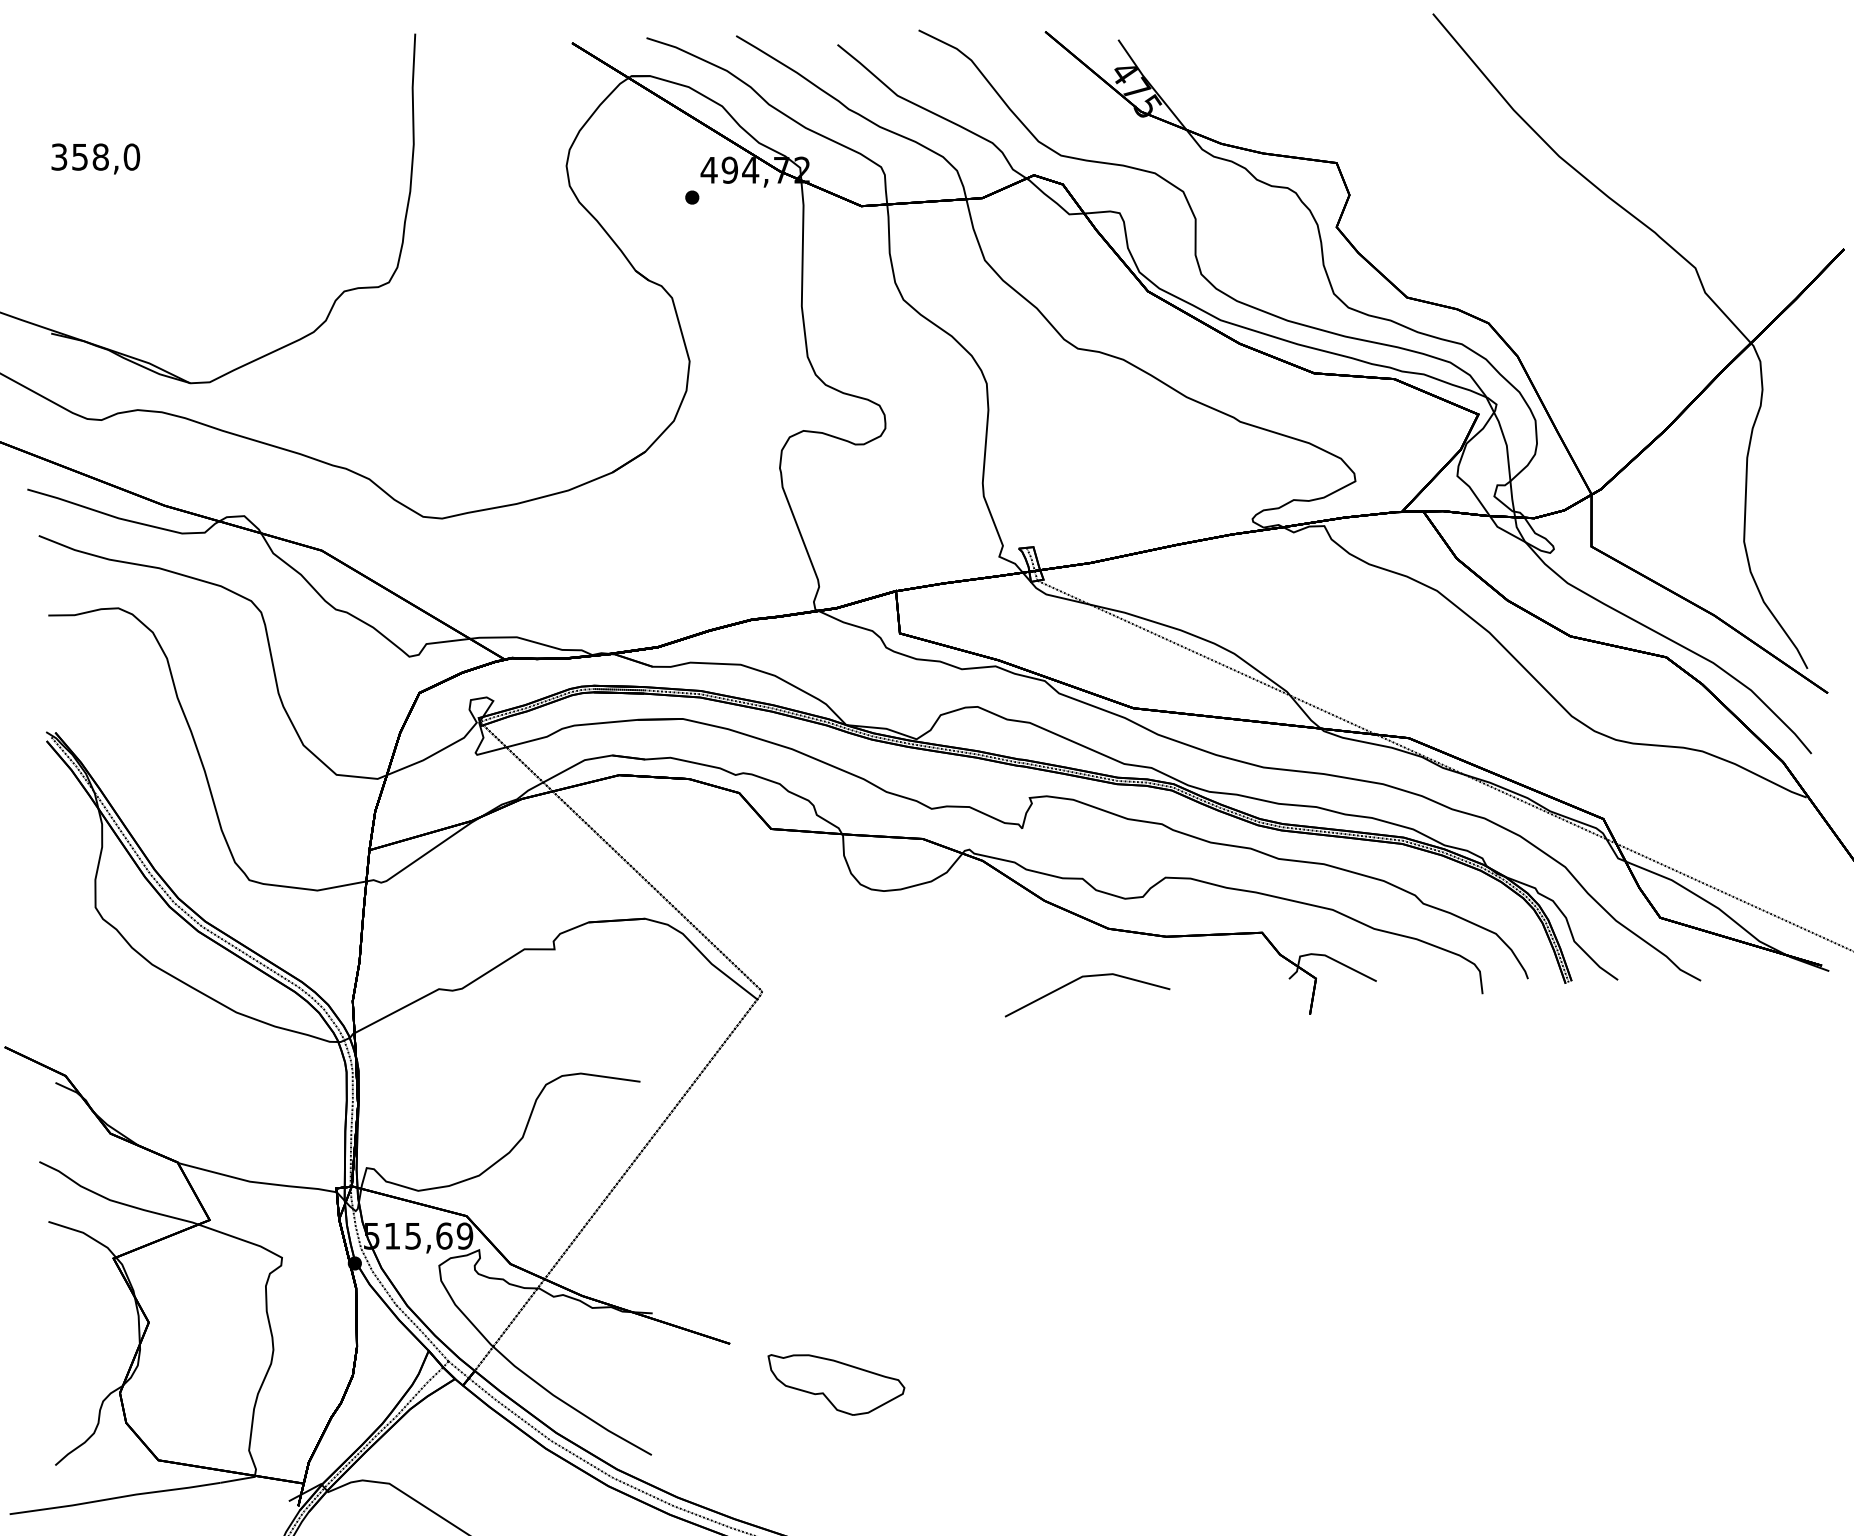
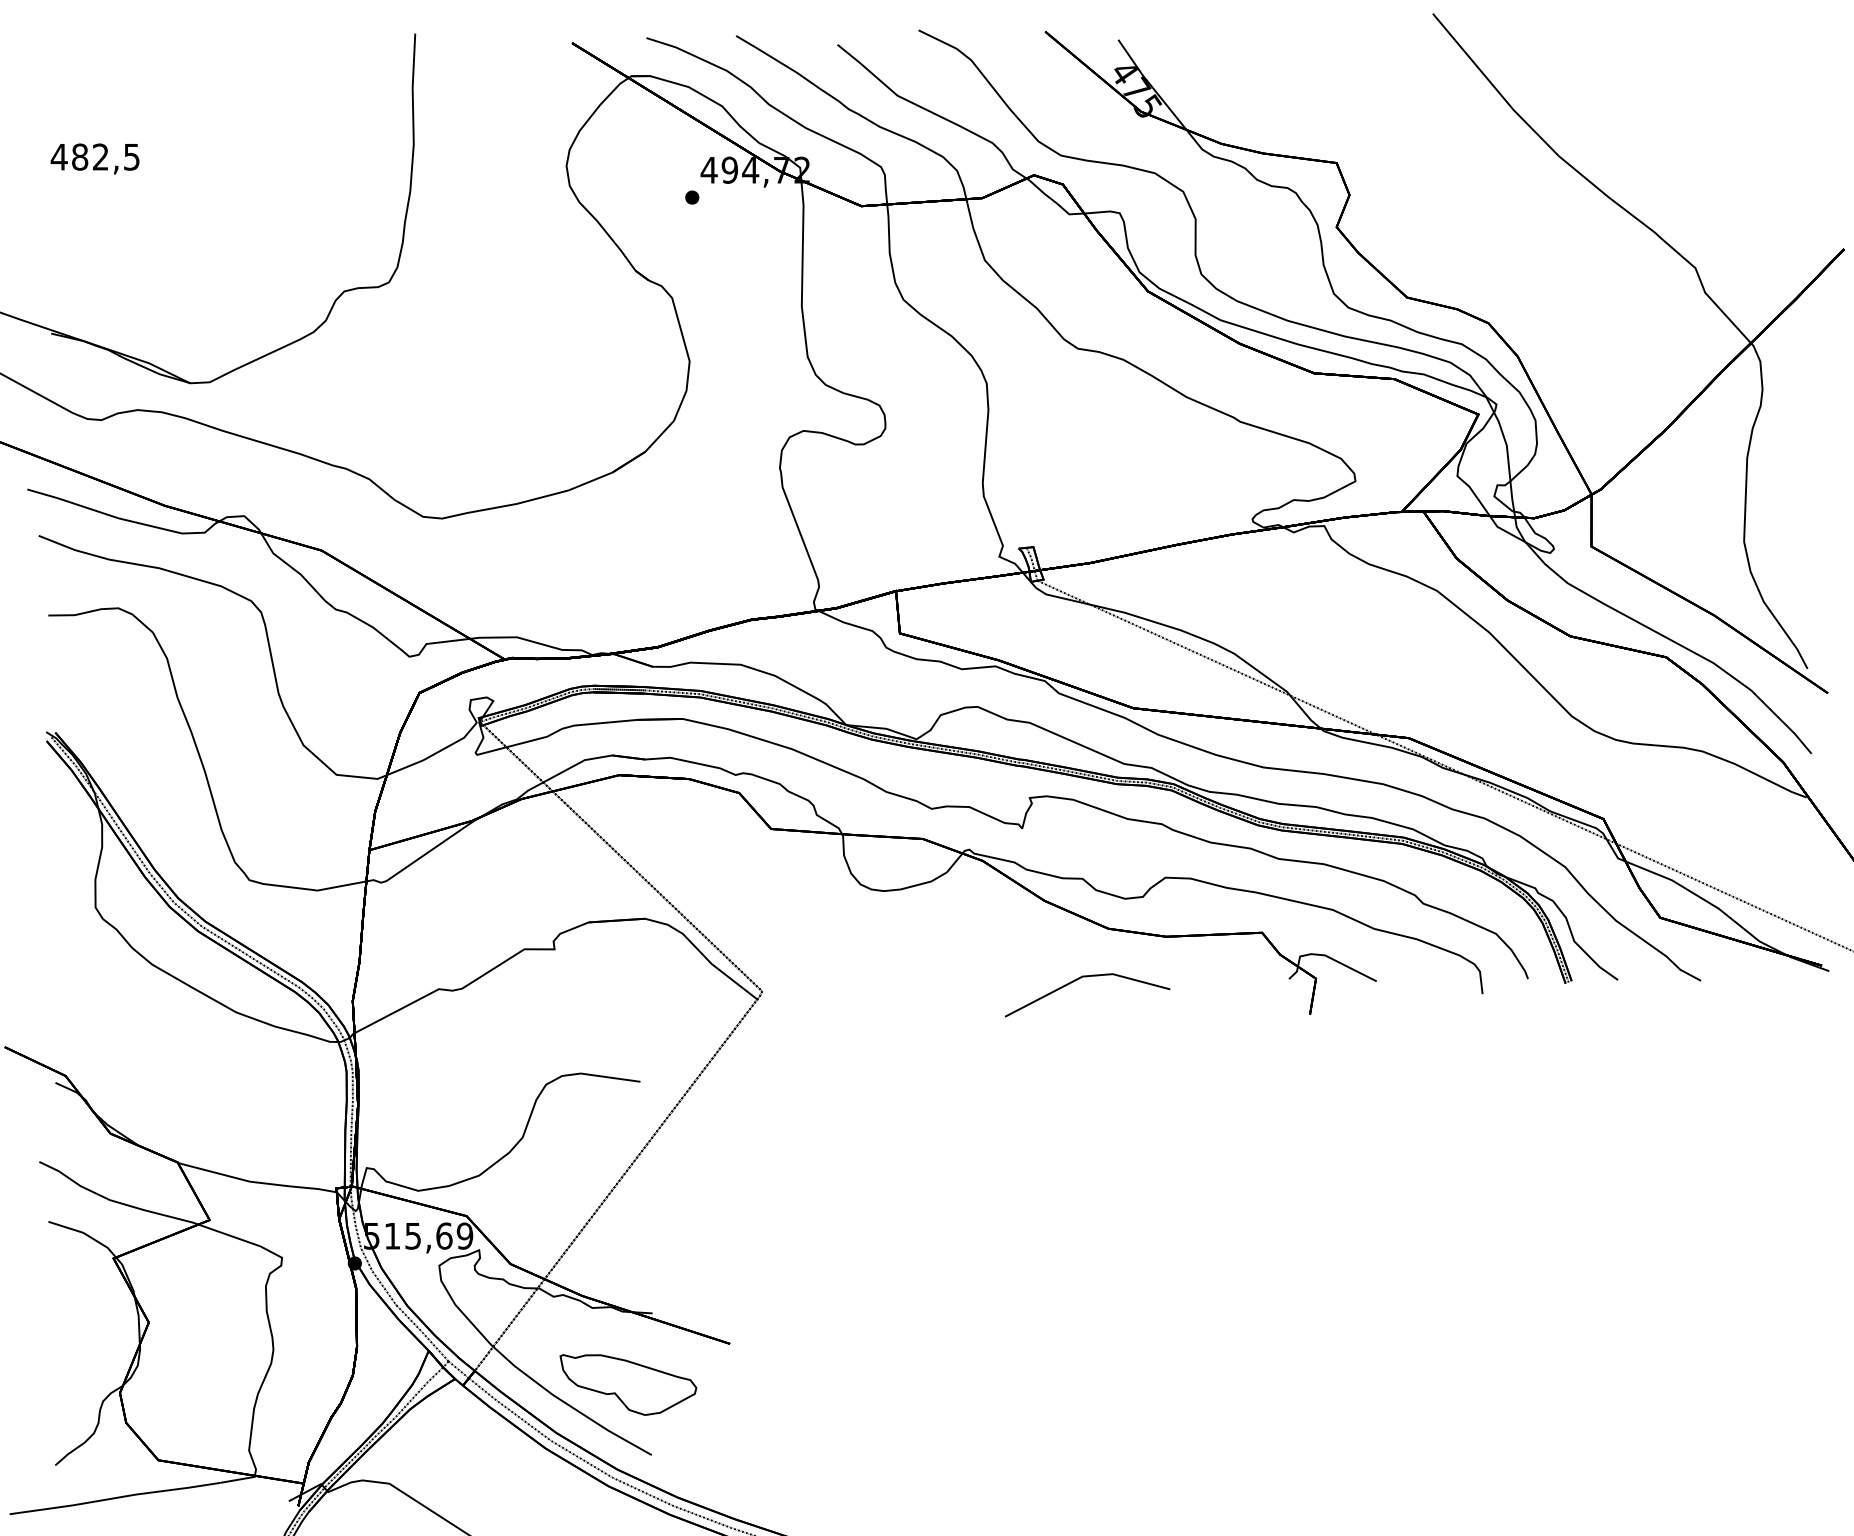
text at (95, 156): 358,0 -> 482,5
part at (836, 1384) position: (836, 1384) -> (628, 1384)
